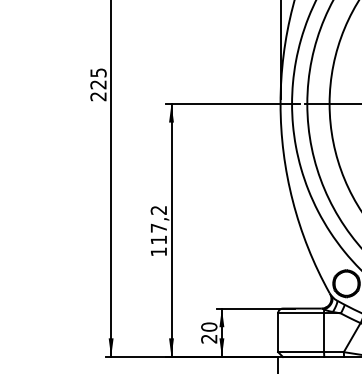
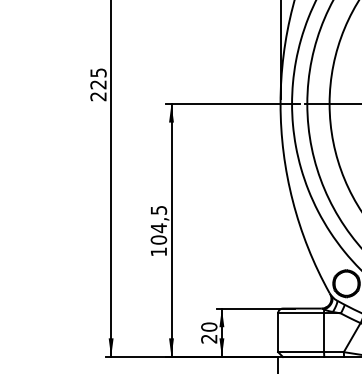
text at (158, 225): 117,2 -> 104,5
